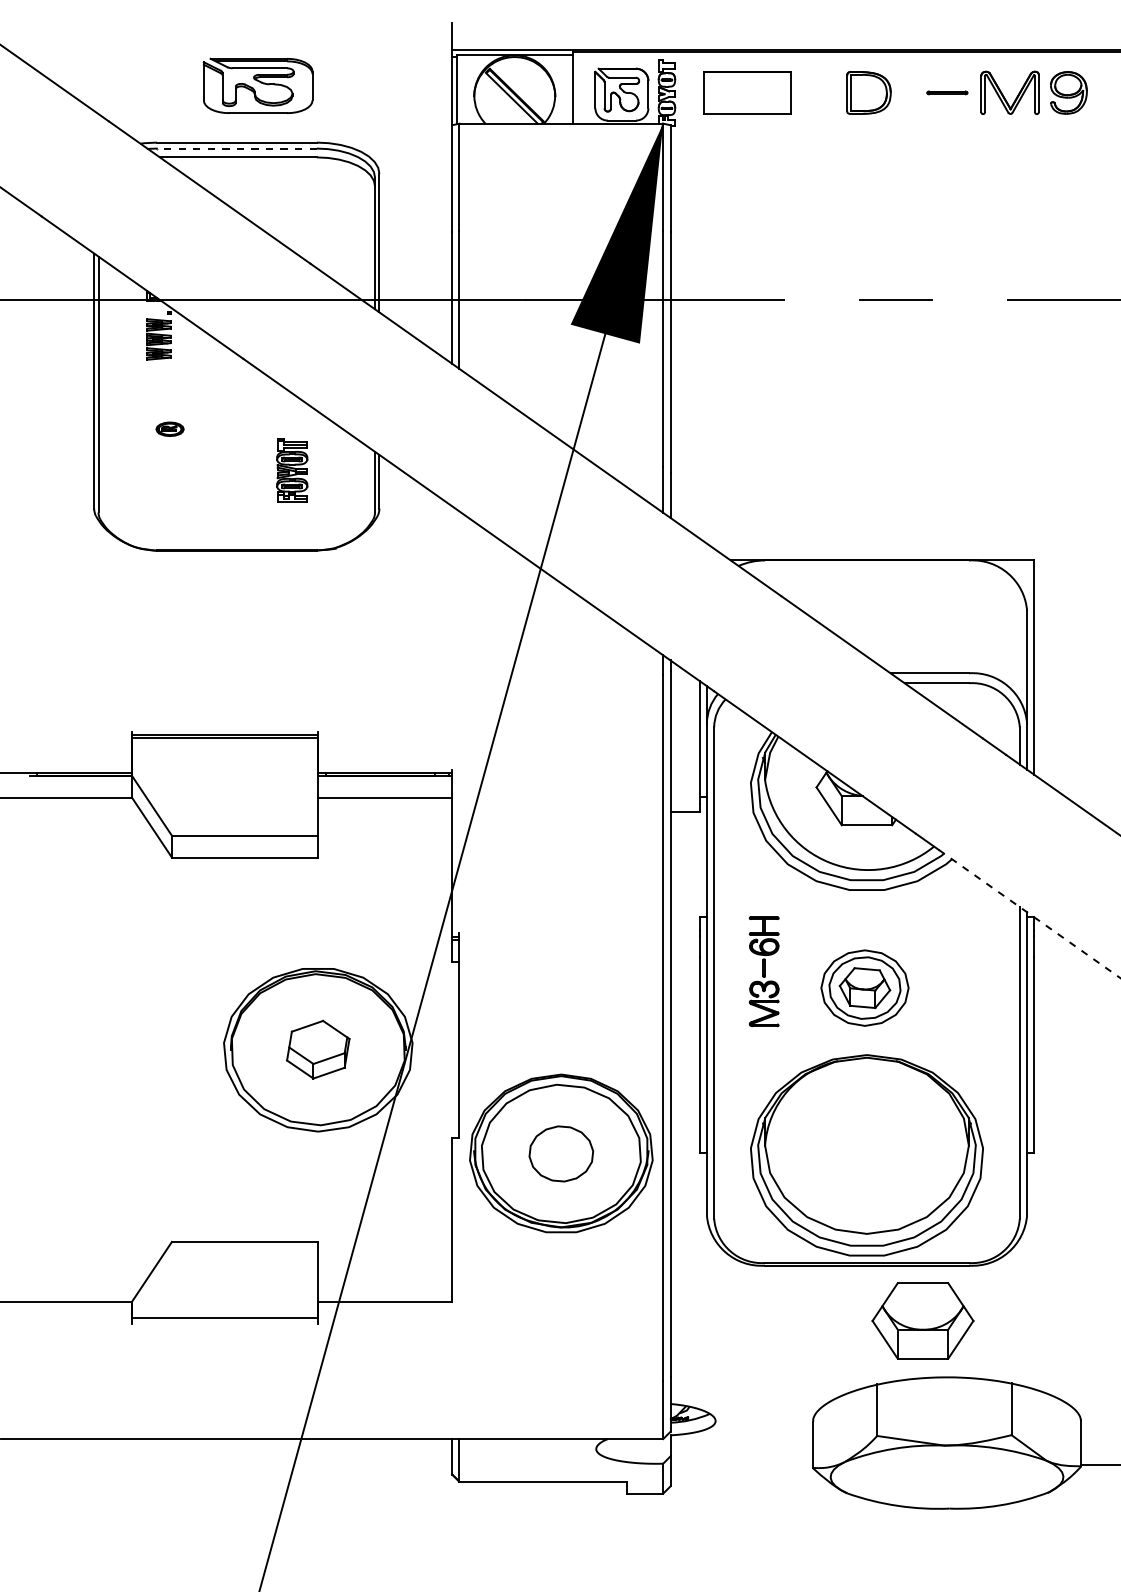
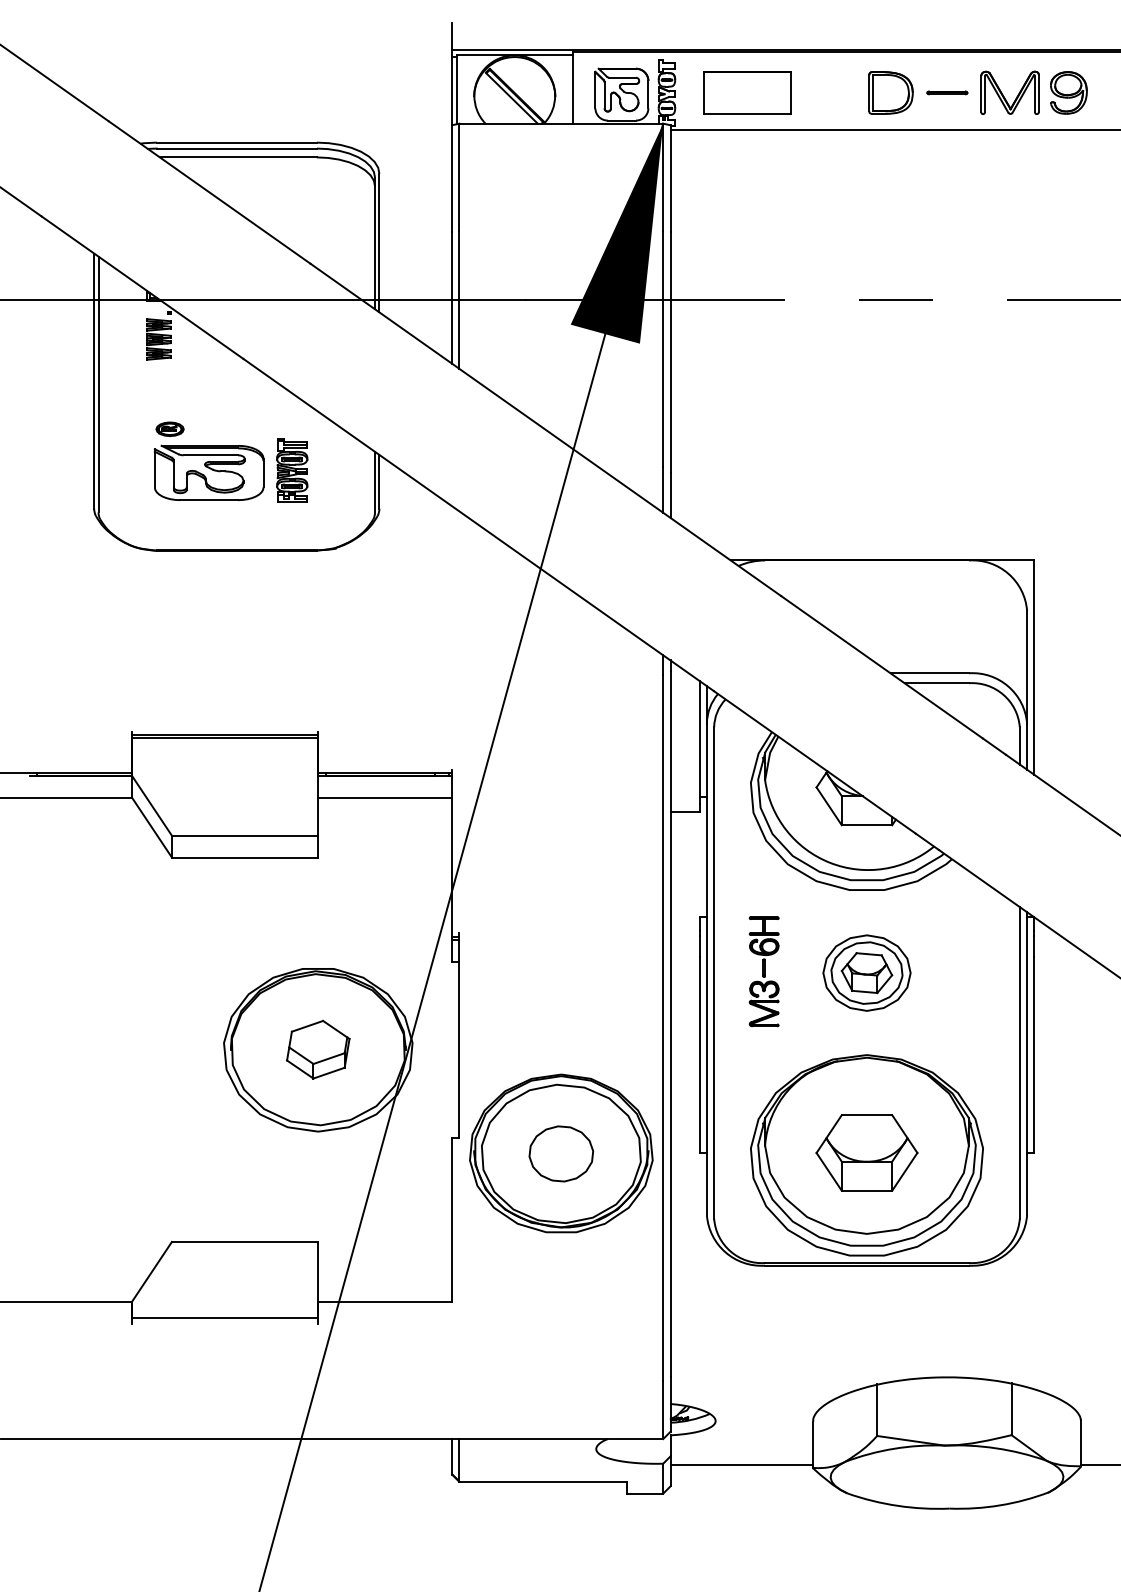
part at (257, 85) position: (257, 85) -> (208, 472)
part at (868, 92) position: (868, 92) -> (890, 92)
line at (893, 129): none -> present
line at (236, 148): dashed -> solid
line at (1029, 913): dashed -> solid
part at (864, 987) position: (864, 987) -> (866, 972)
part at (922, 1320) position: (922, 1320) -> (866, 1152)
line at (741, 1464): none -> present
